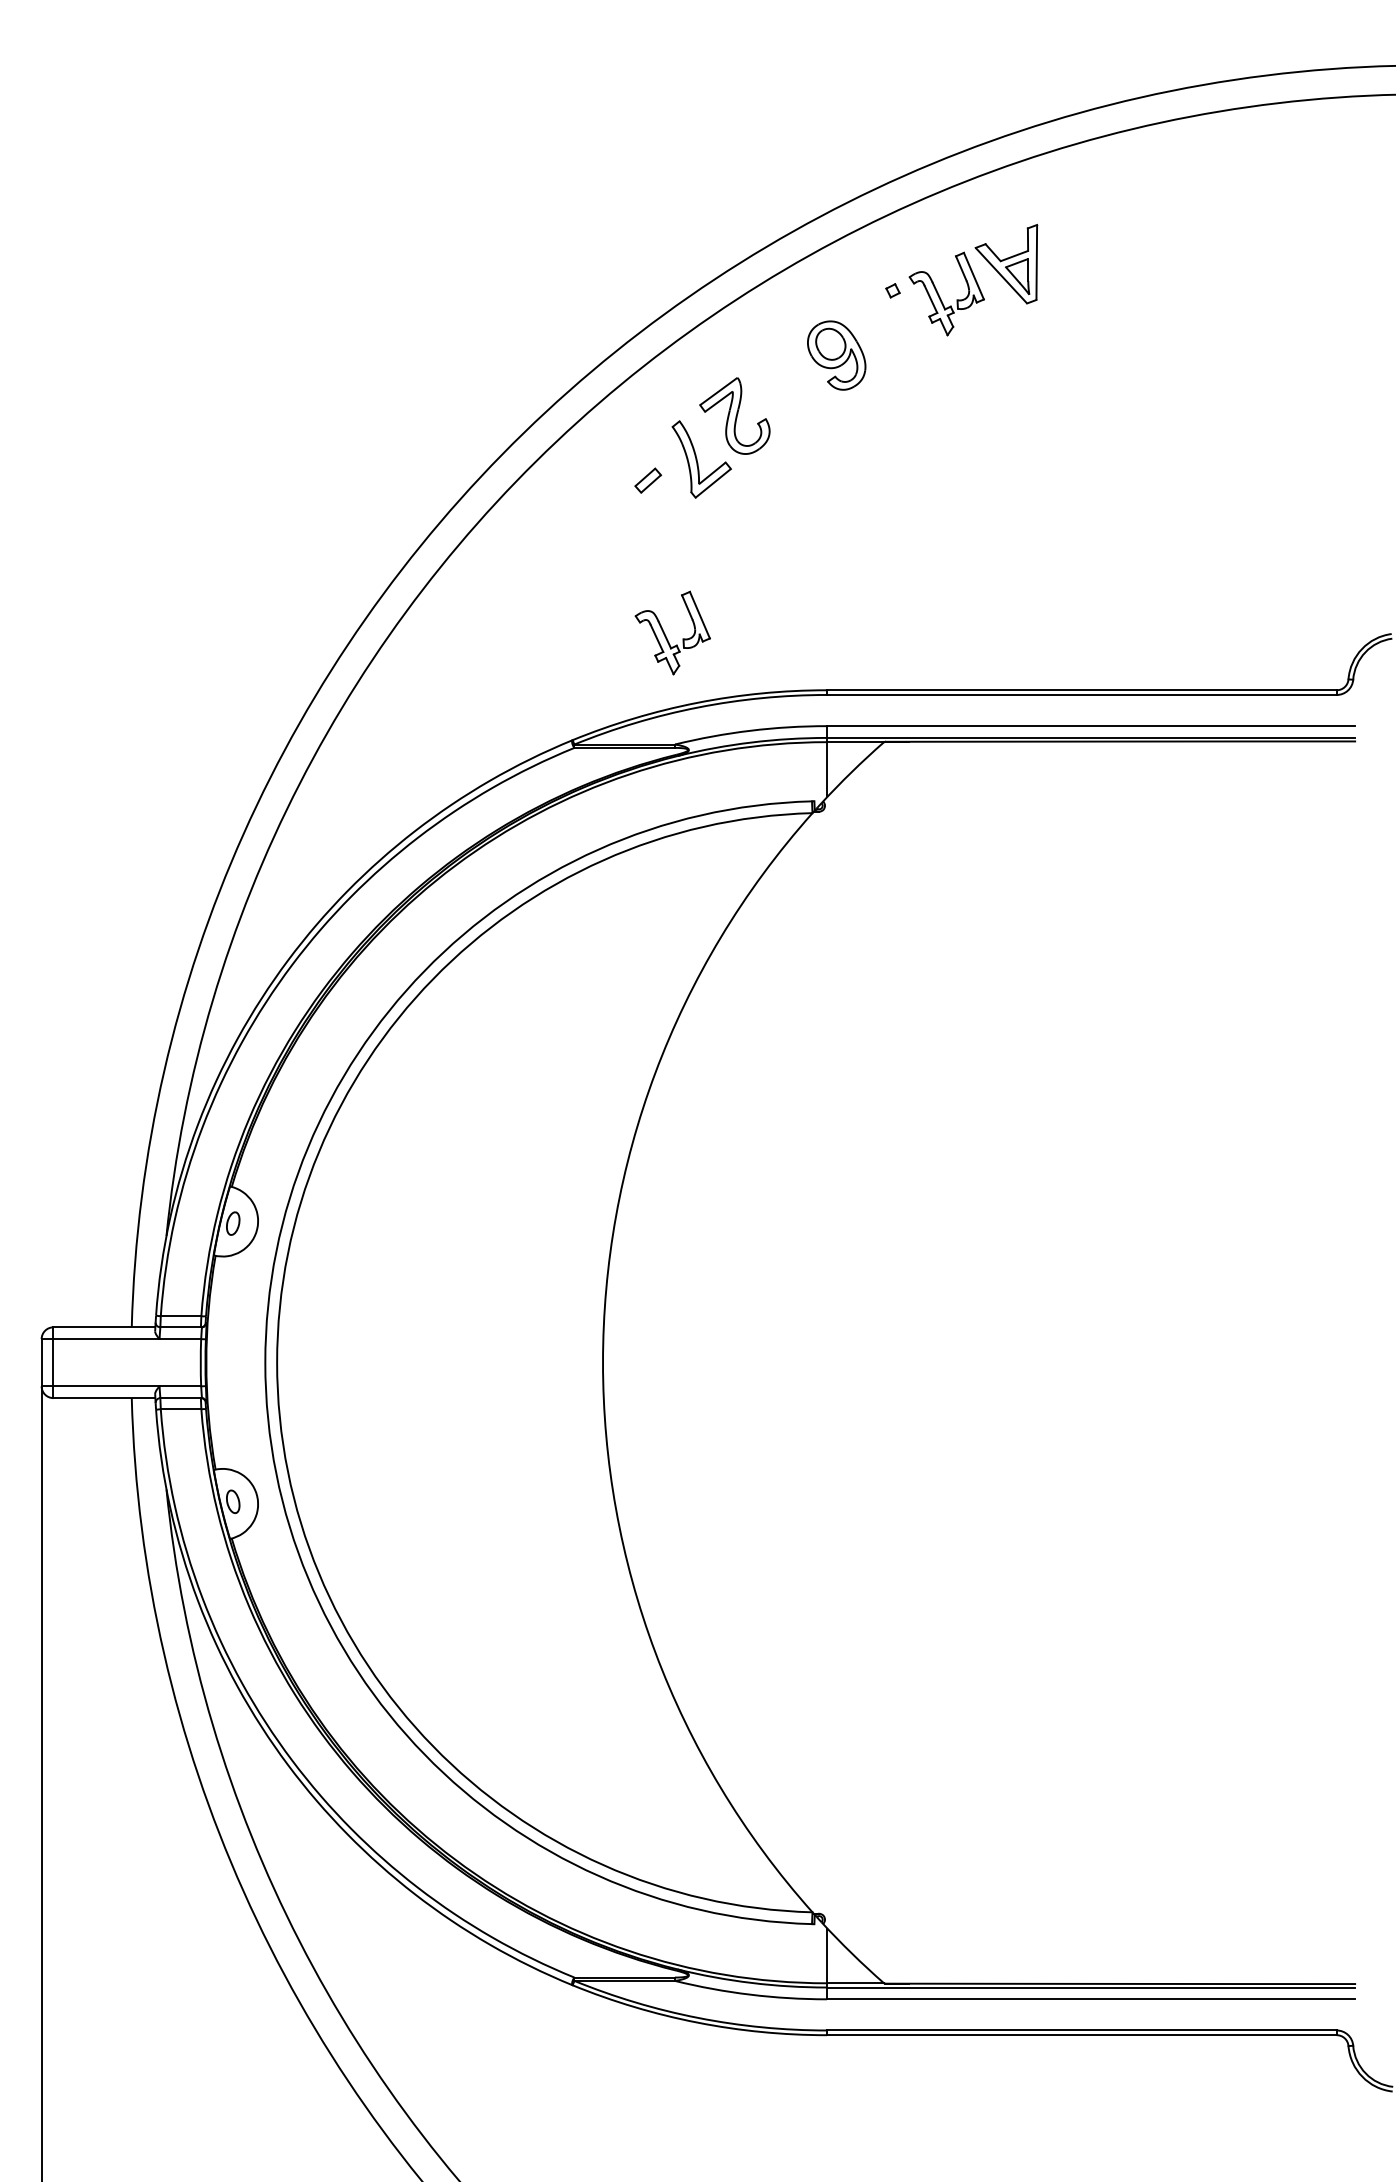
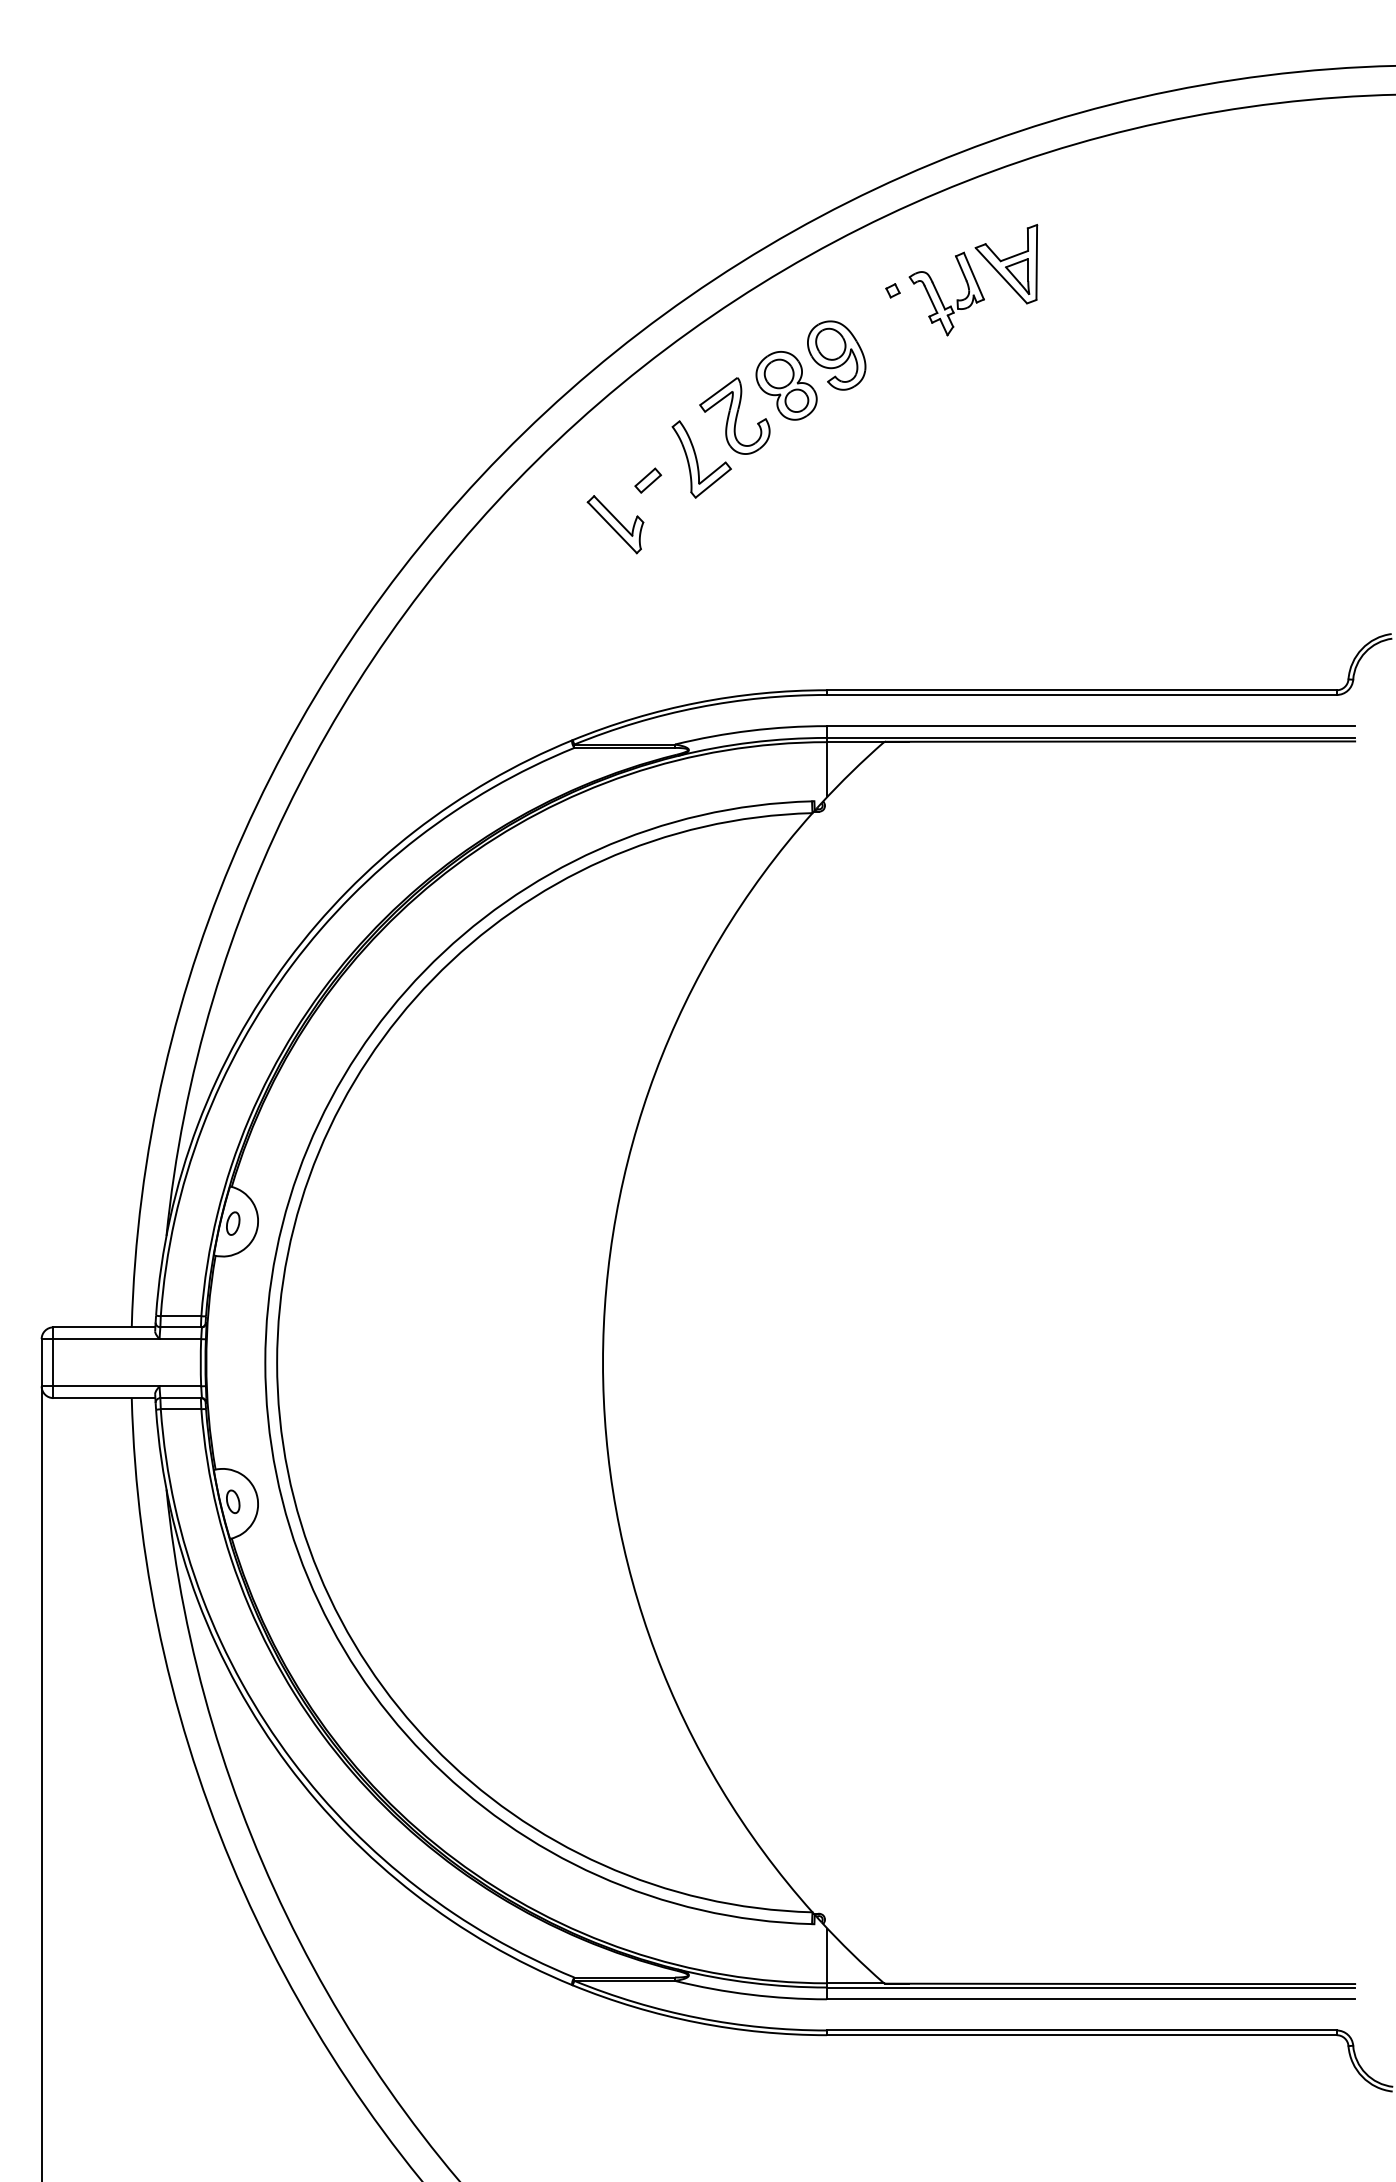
part at (786, 385): none -> present
part at (615, 524): none -> present
part at (666, 635): present -> none
